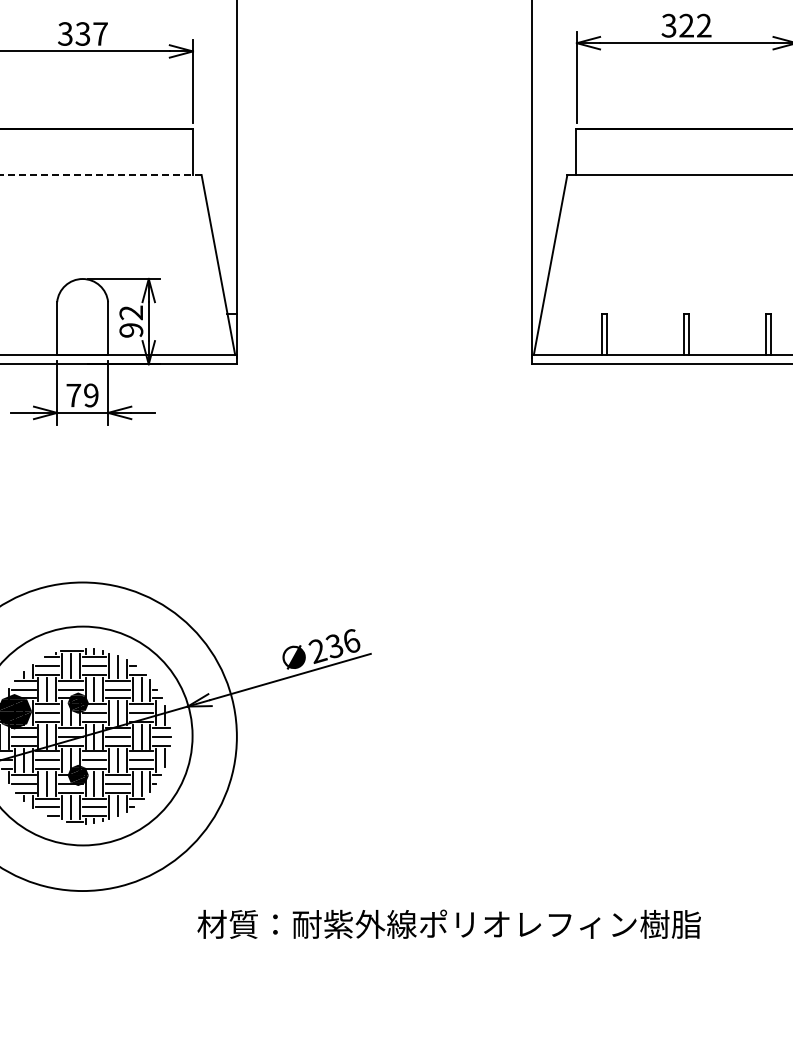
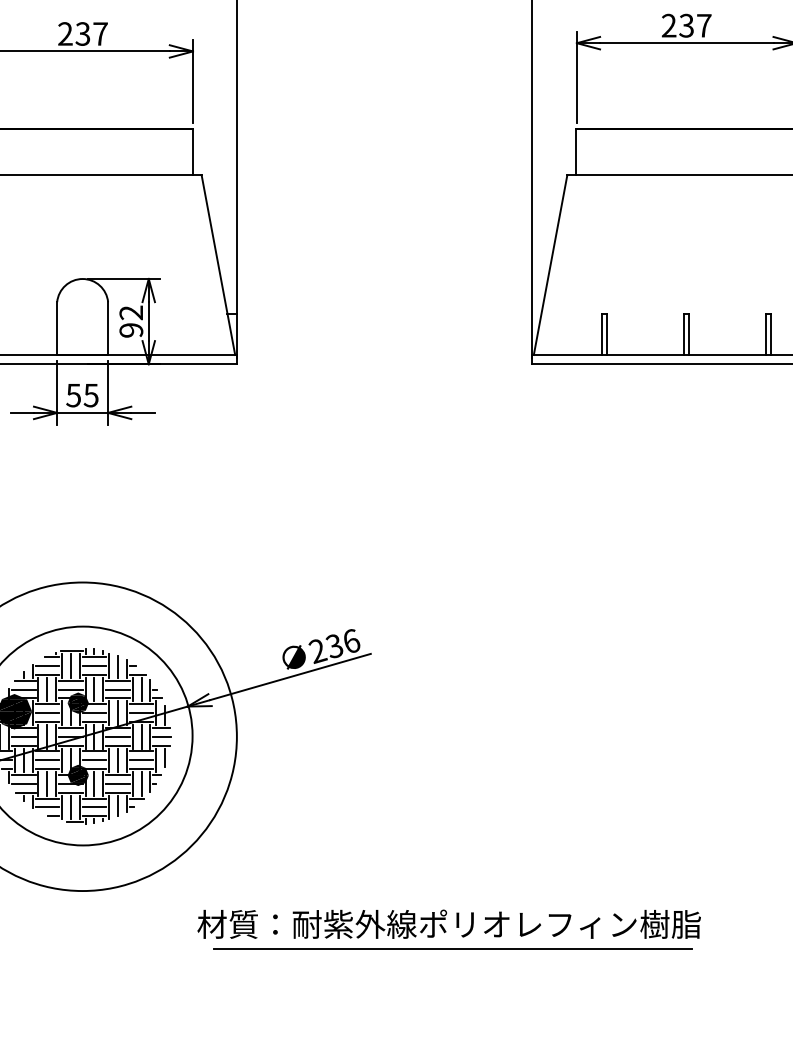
text at (686, 25): 322 -> 237
text at (65, 33): 337 -> 237
line at (100, 175): dashed -> solid
text at (82, 395): 79 -> 55
line at (452, 948): none -> present
